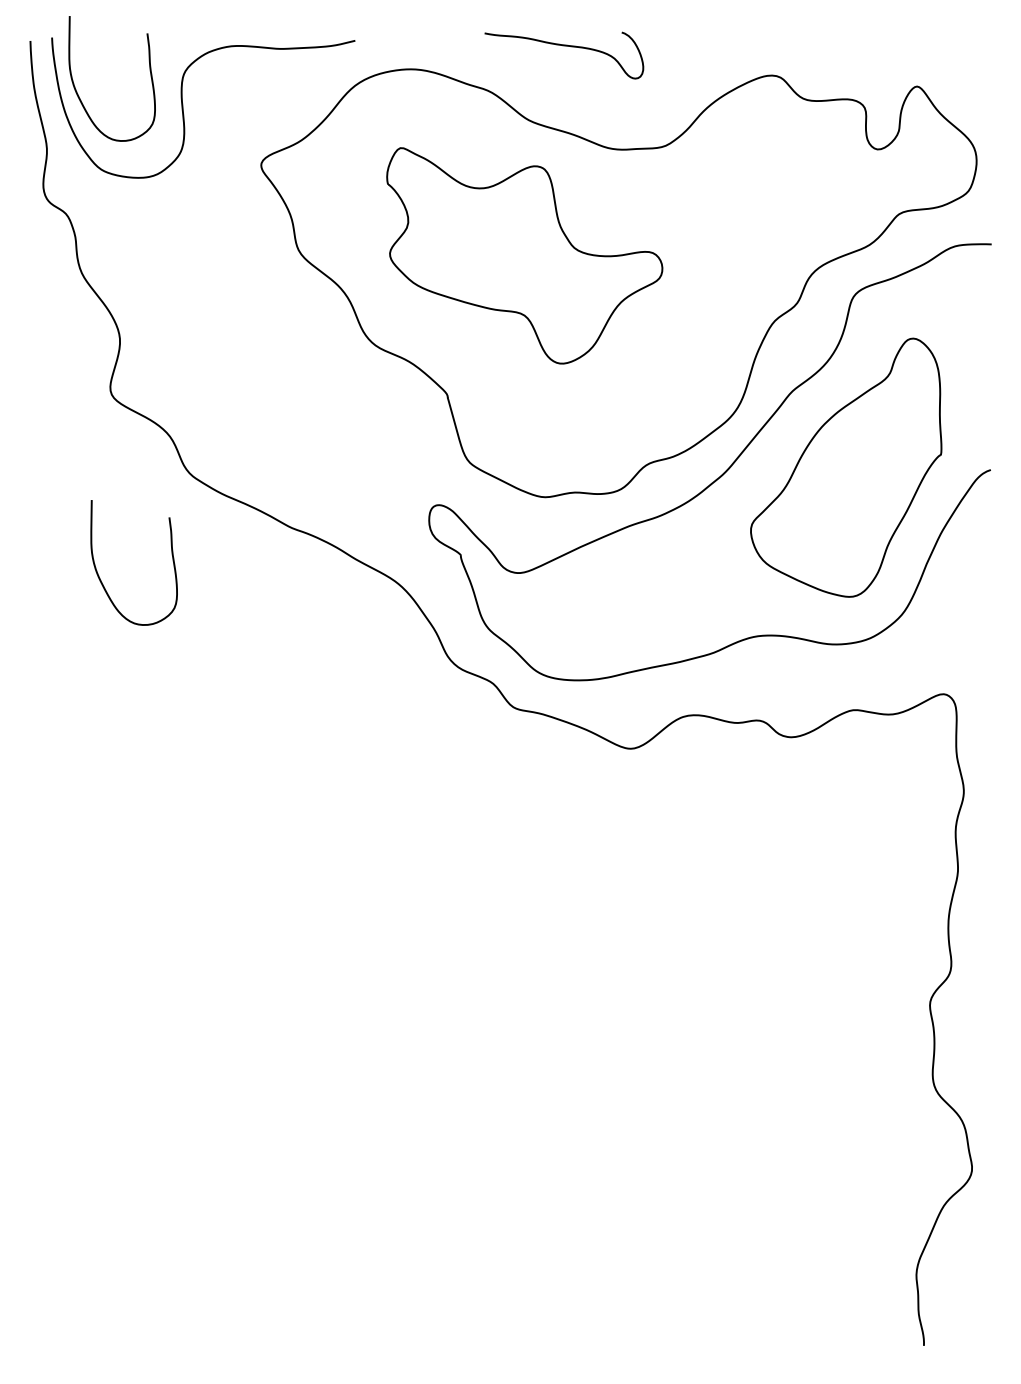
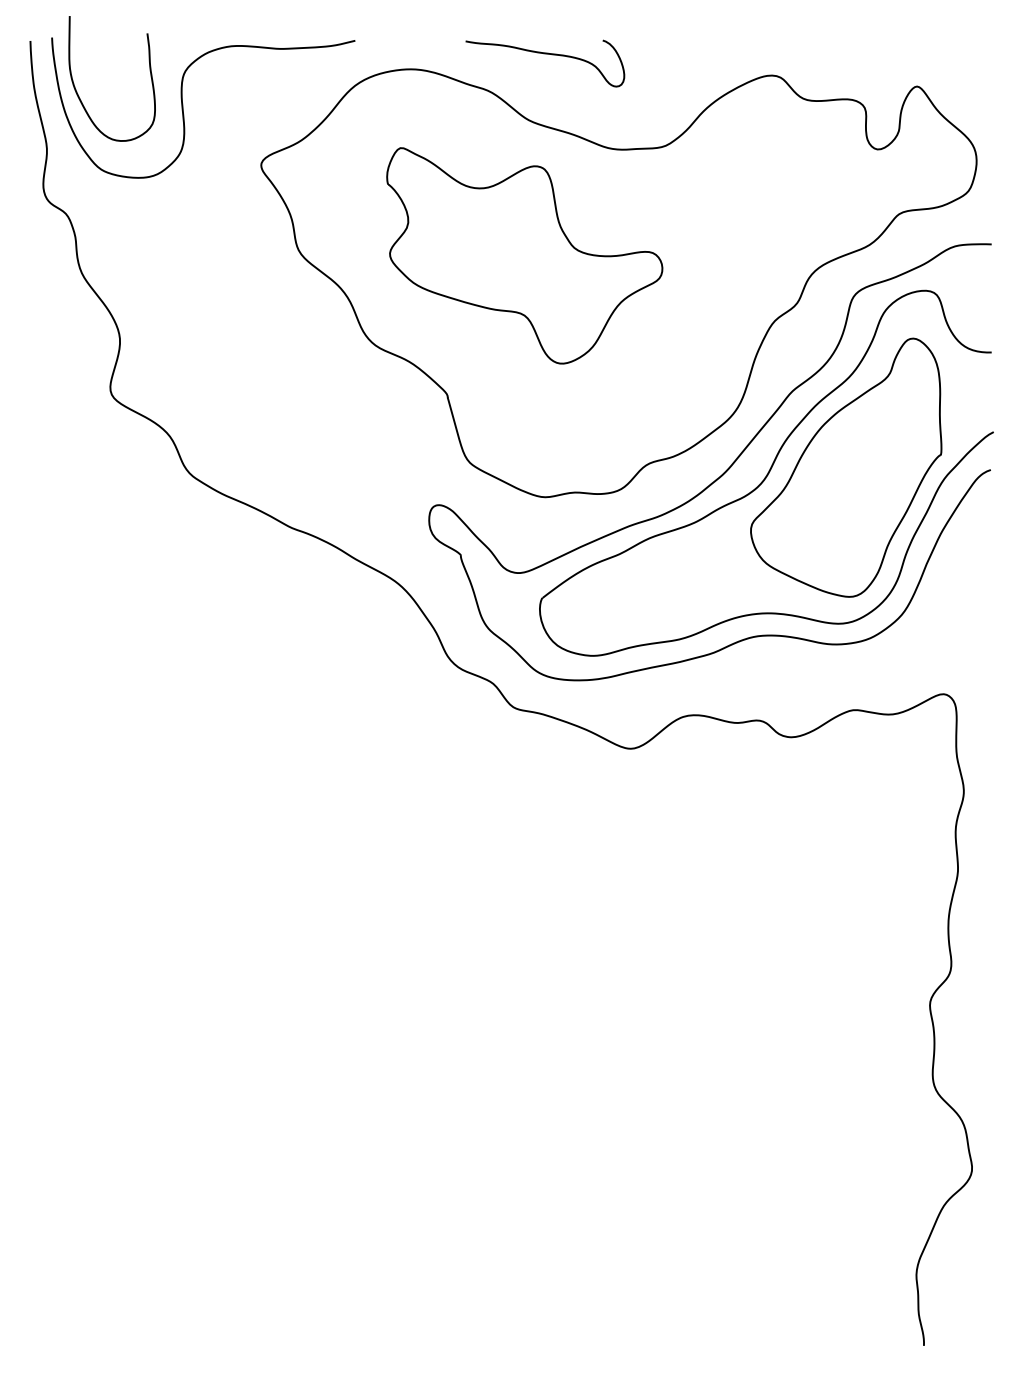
curve at (564, 46) position: (564, 46) -> (545, 54)
part at (766, 472): none -> present
curve at (99, 575): present -> none
